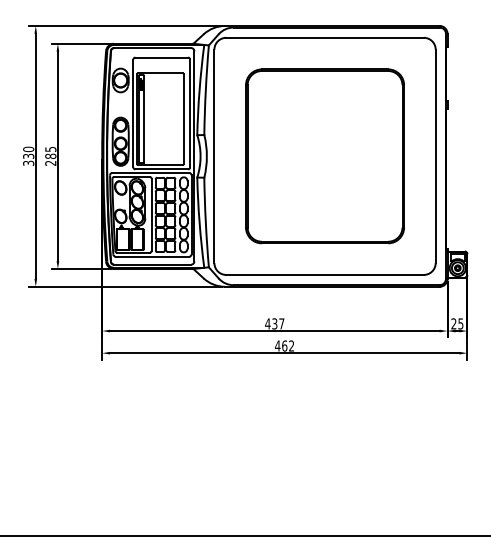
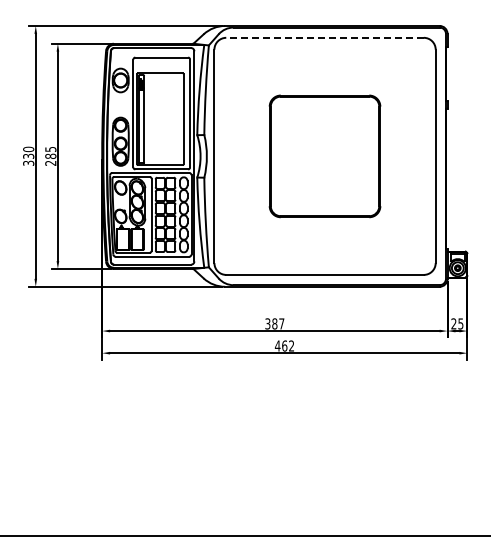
line at (325, 37): solid -> dashed
part at (324, 156) size: 160x177 px -> 114x125 px
text at (271, 323): 437 -> 387
